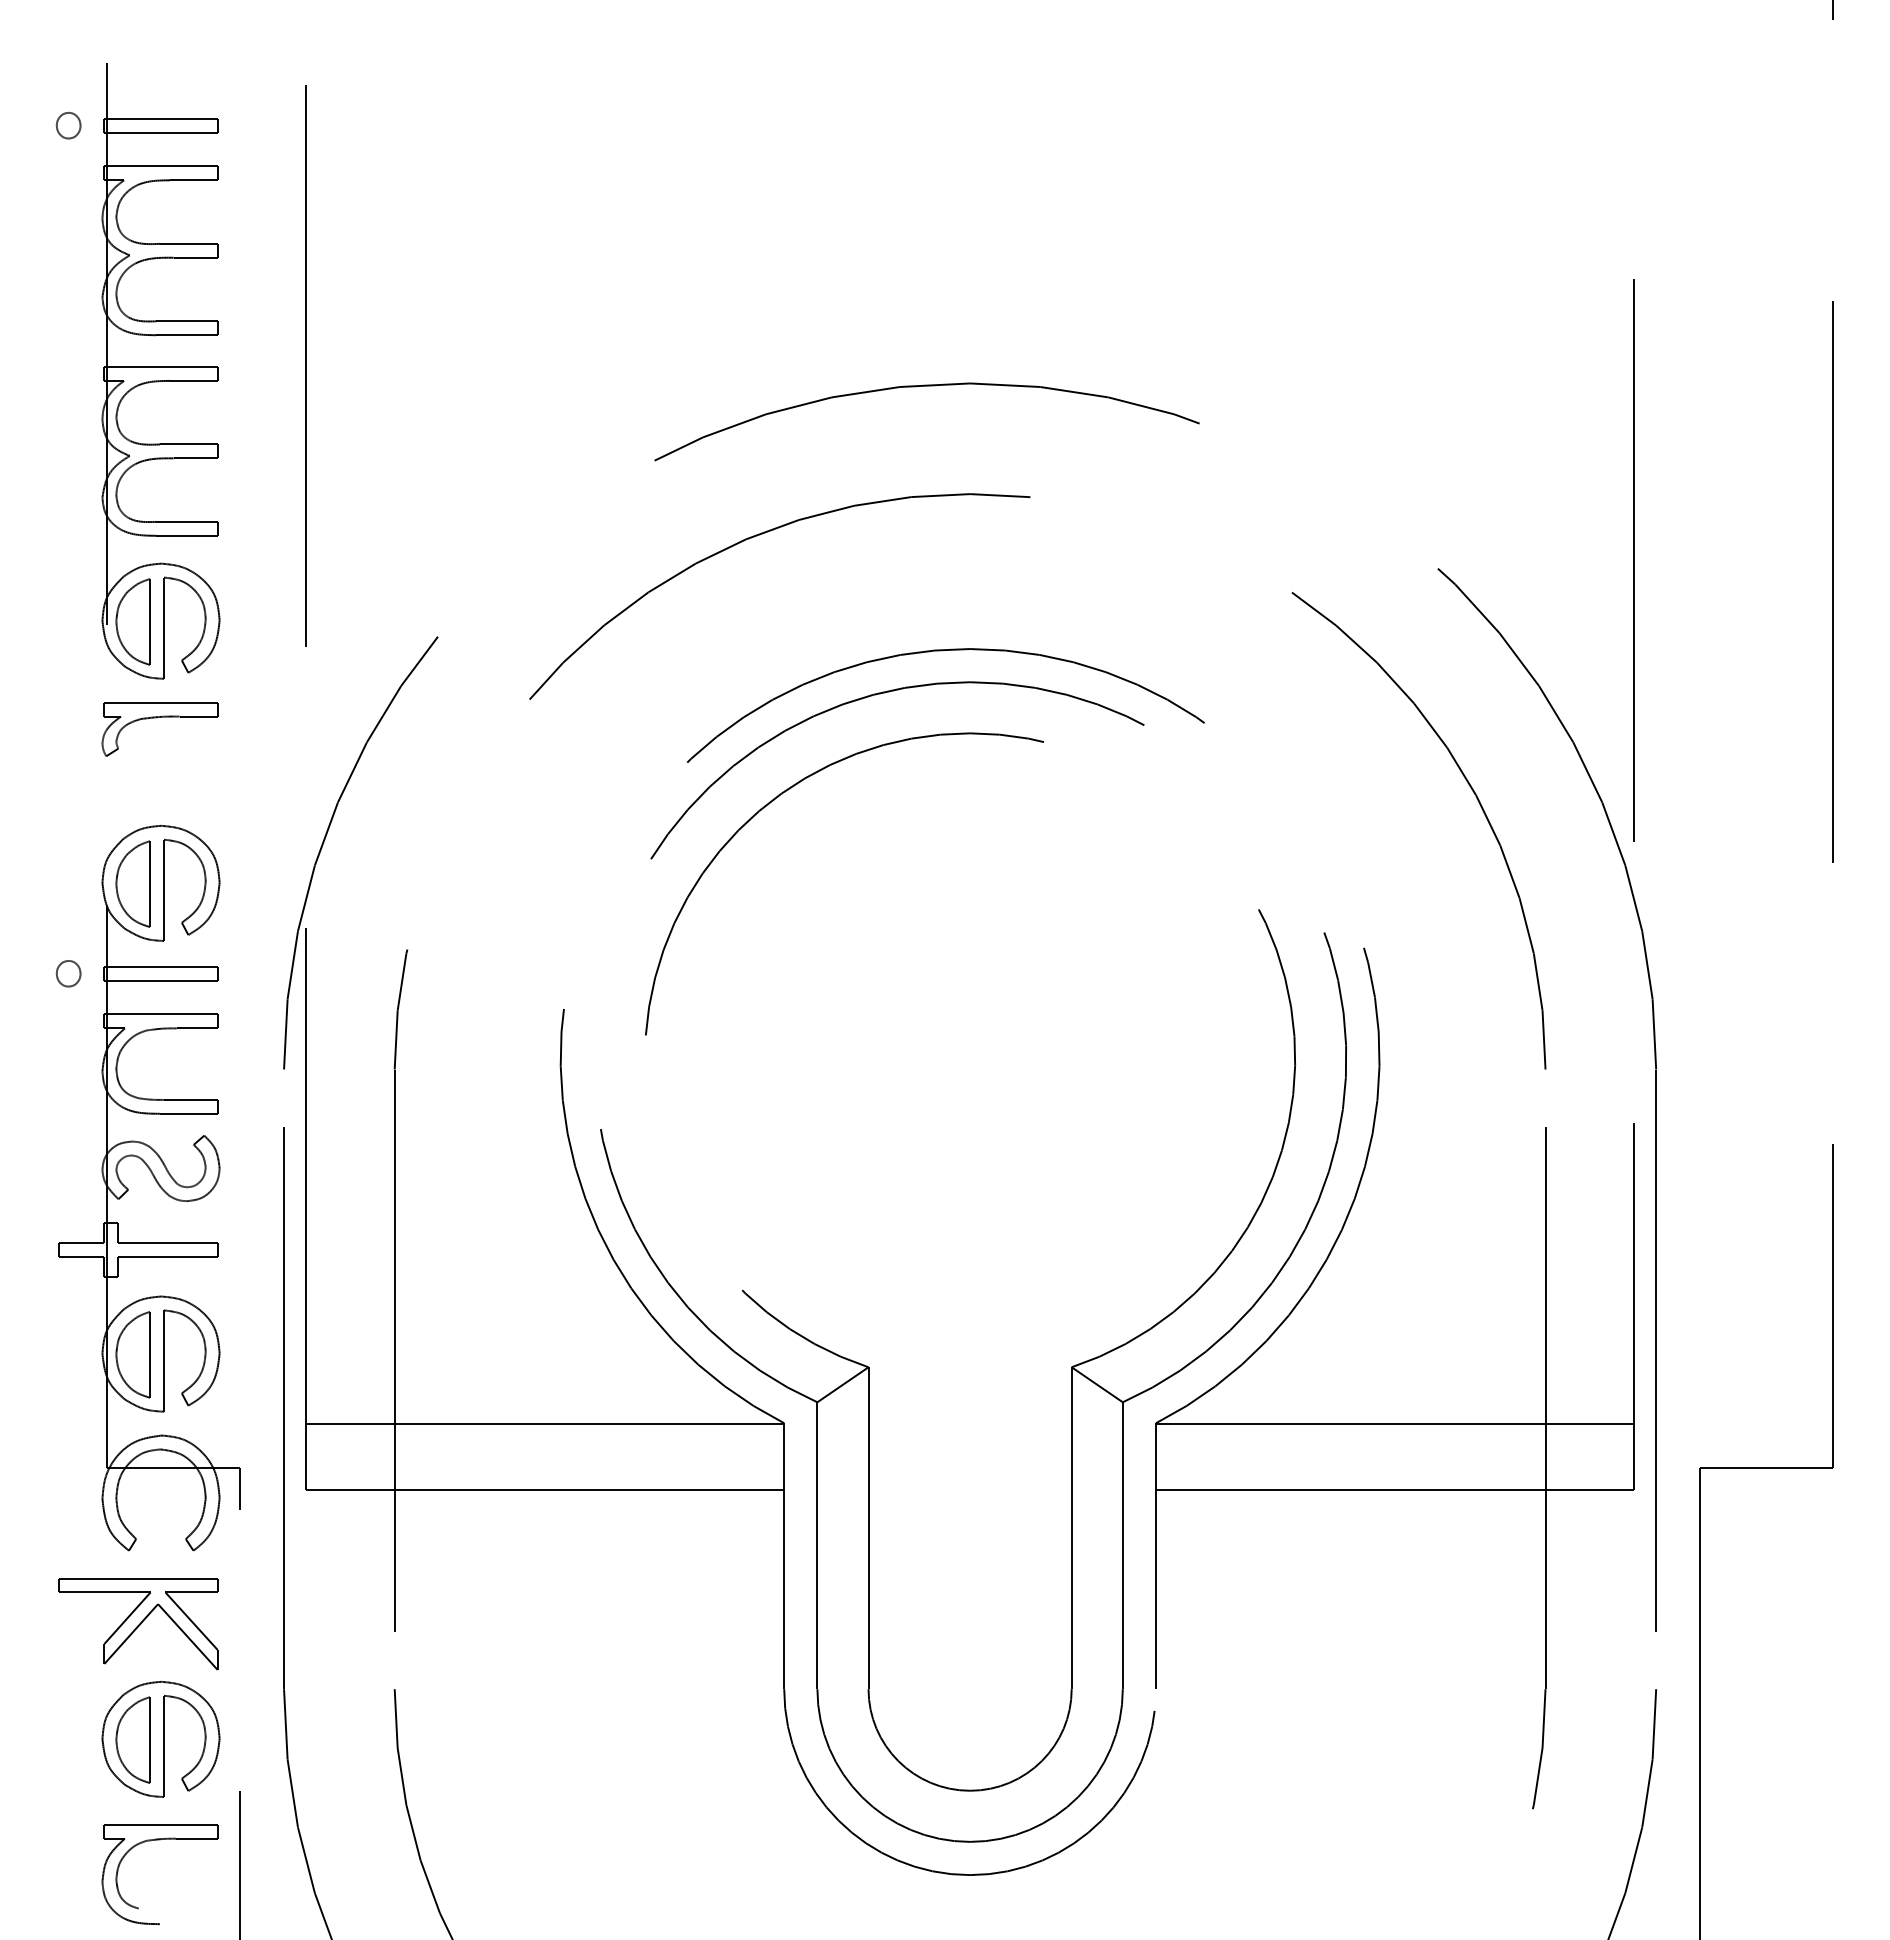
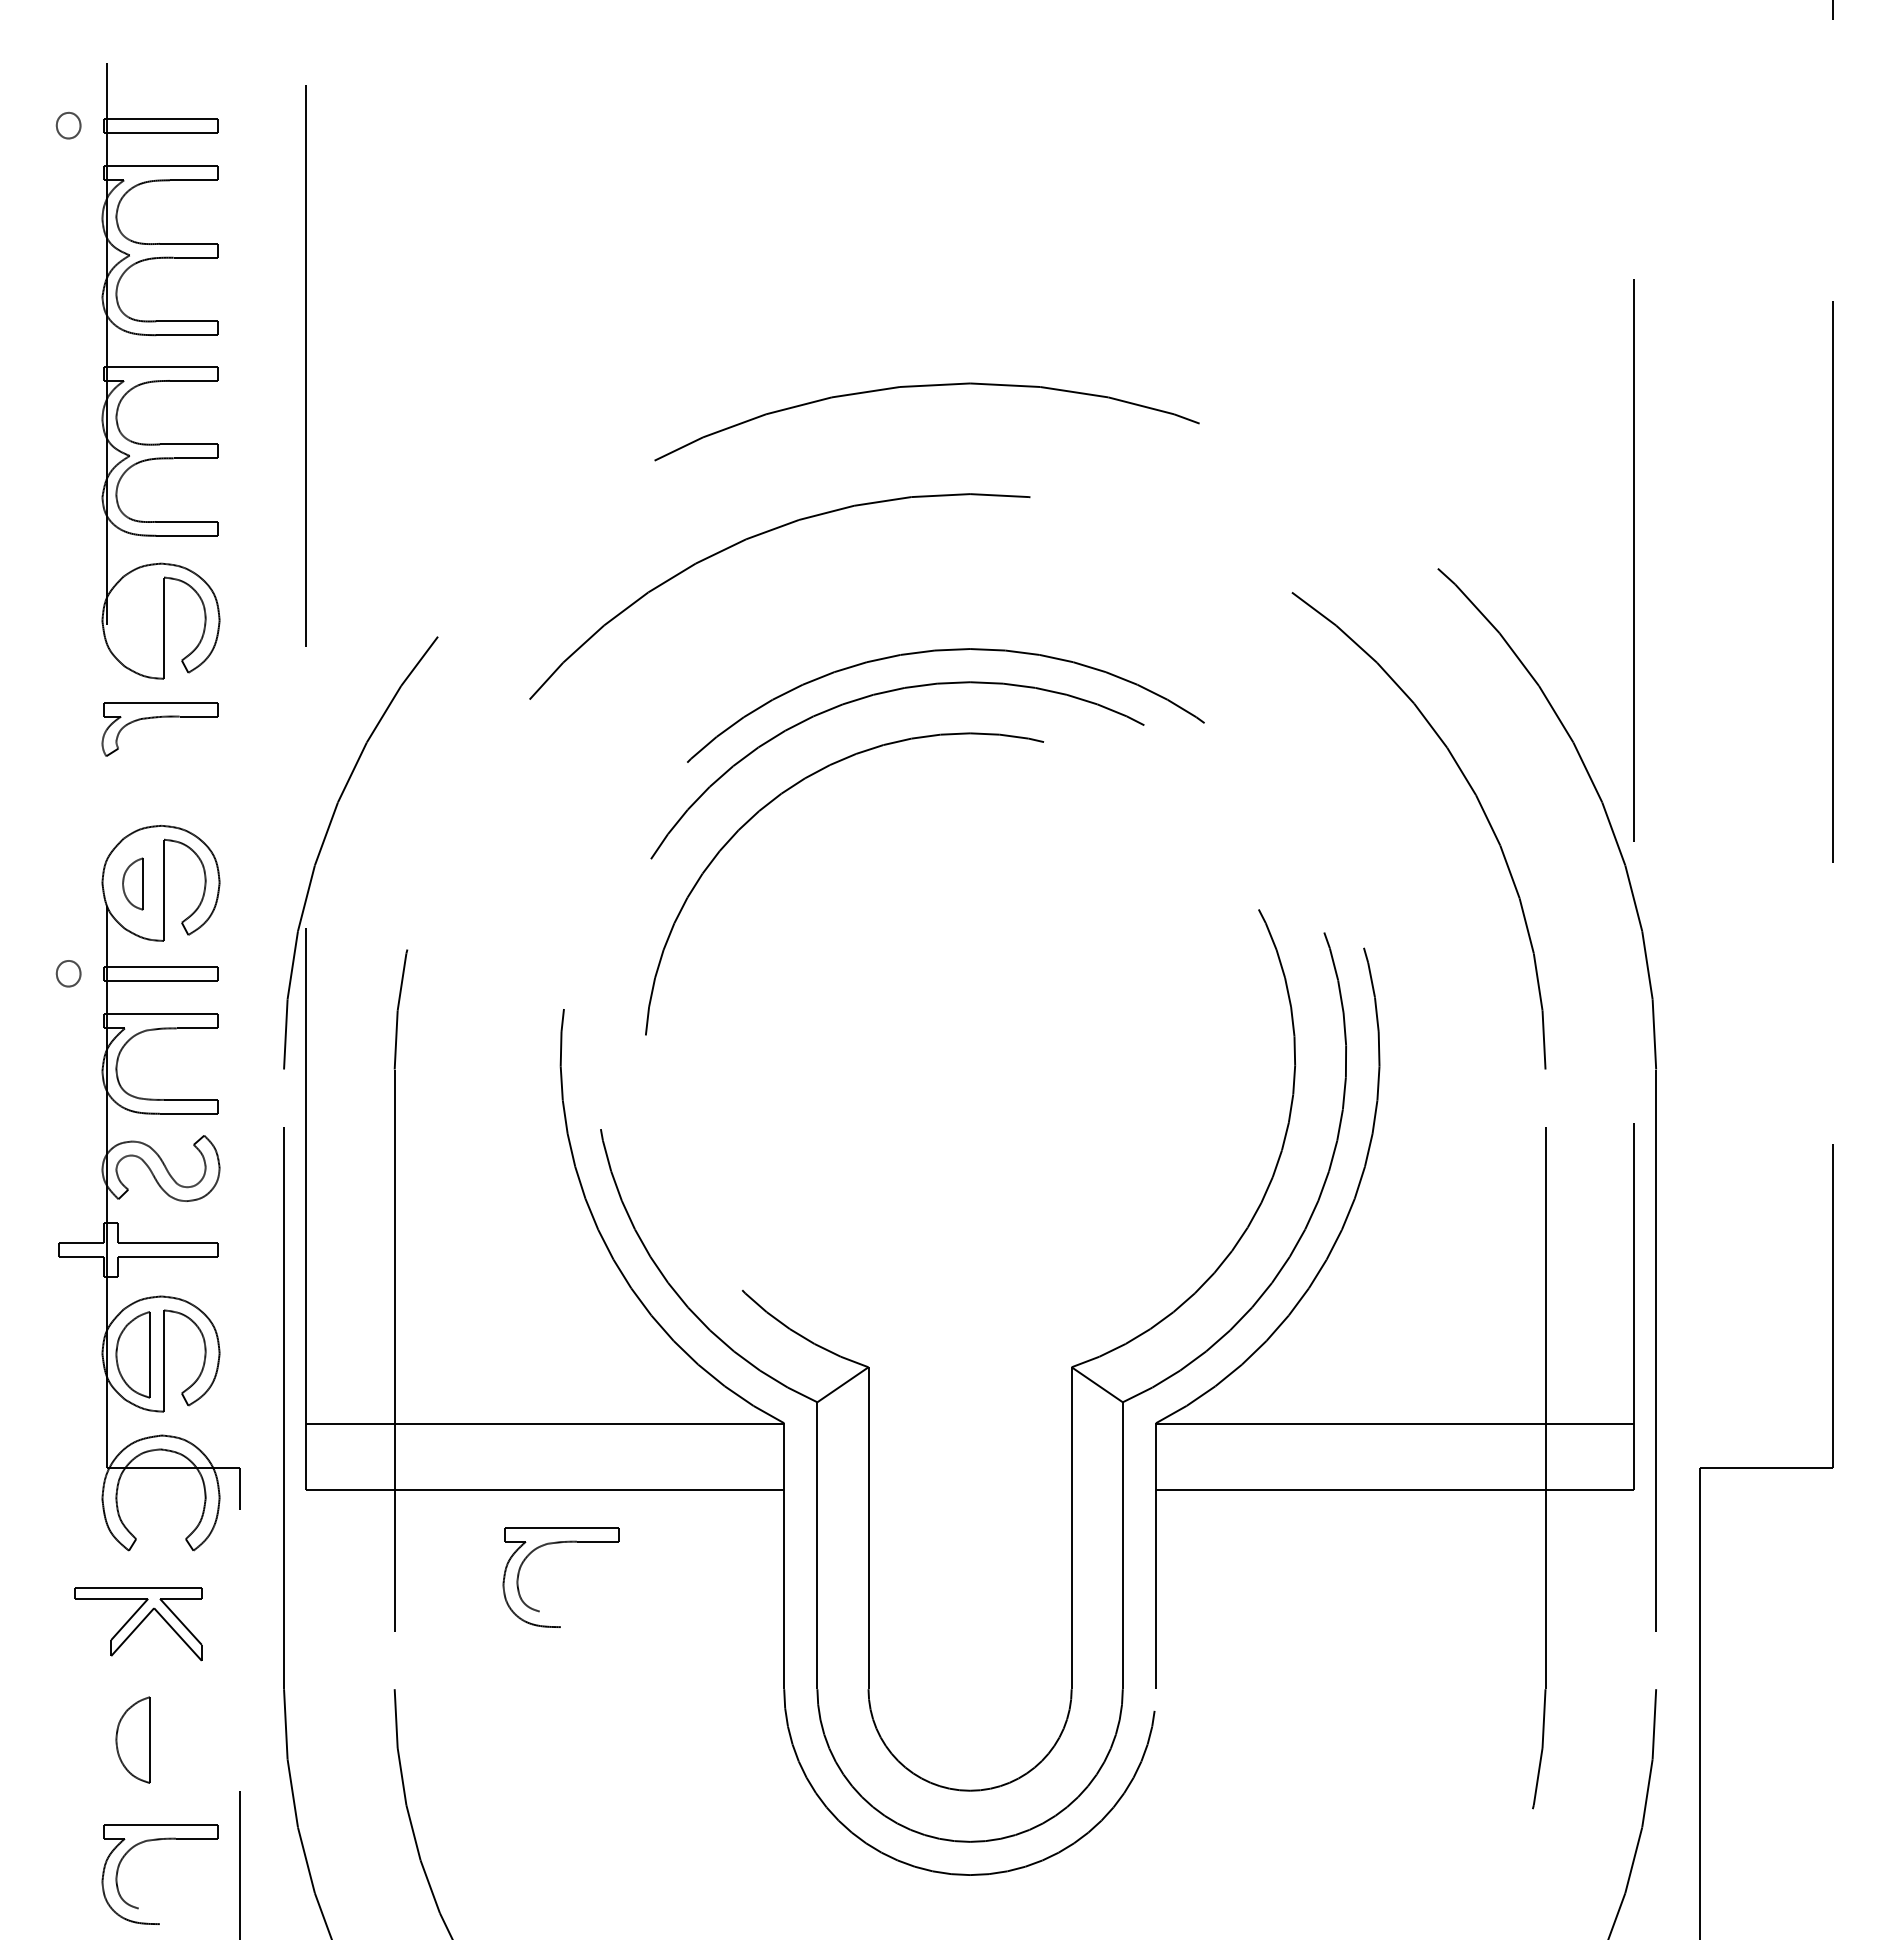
part at (132, 621): present -> none
part at (132, 883) size: 36x88 px -> 22x54 px
part at (552, 1544): none -> present
part at (138, 1624) size: 161x93 px -> 129x75 px
part at (160, 1739): present -> none
